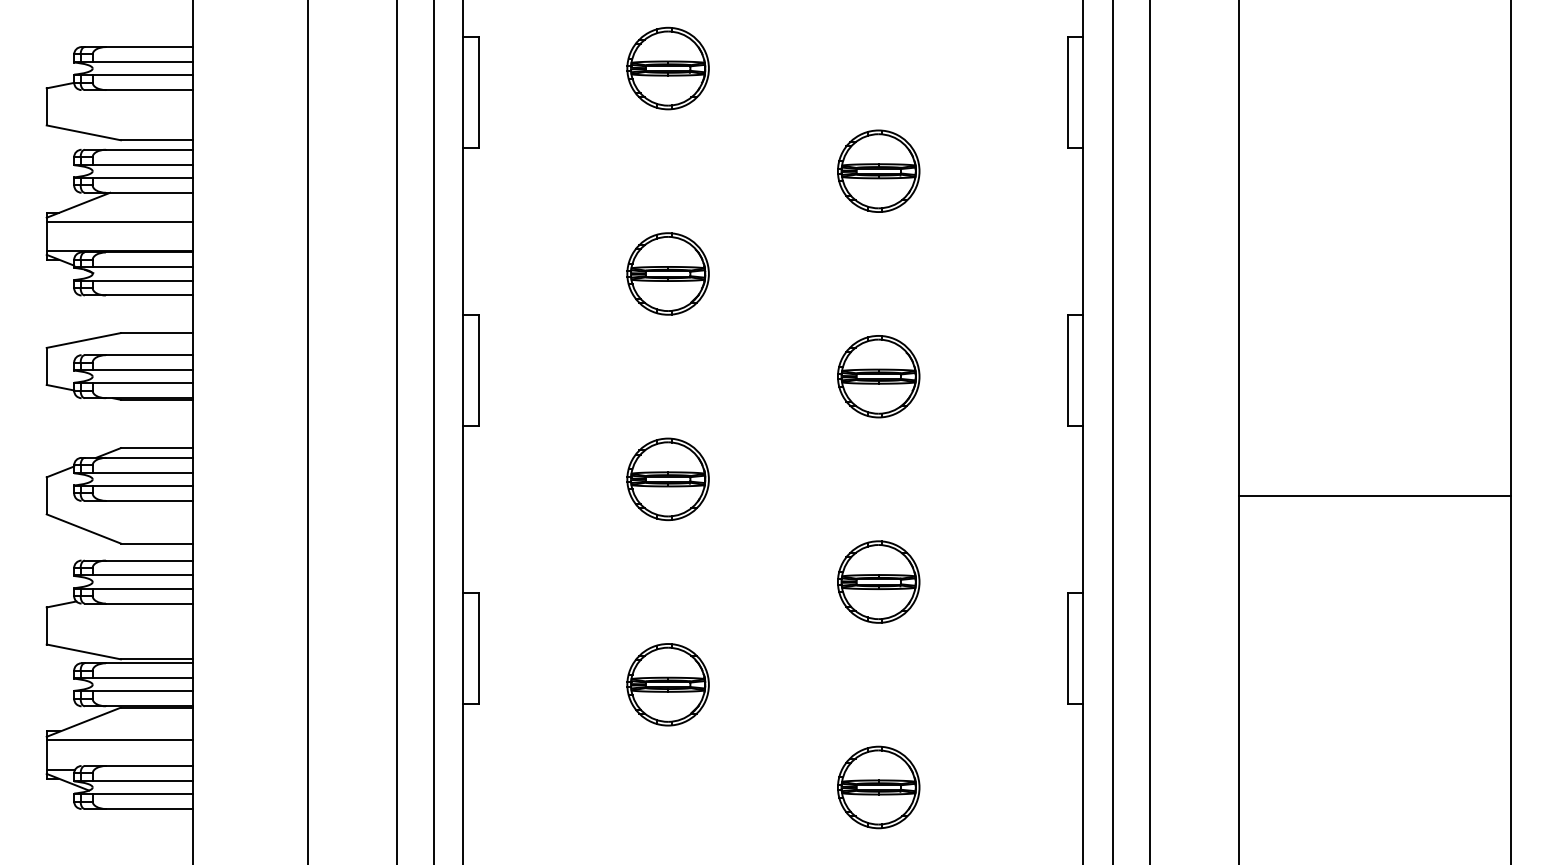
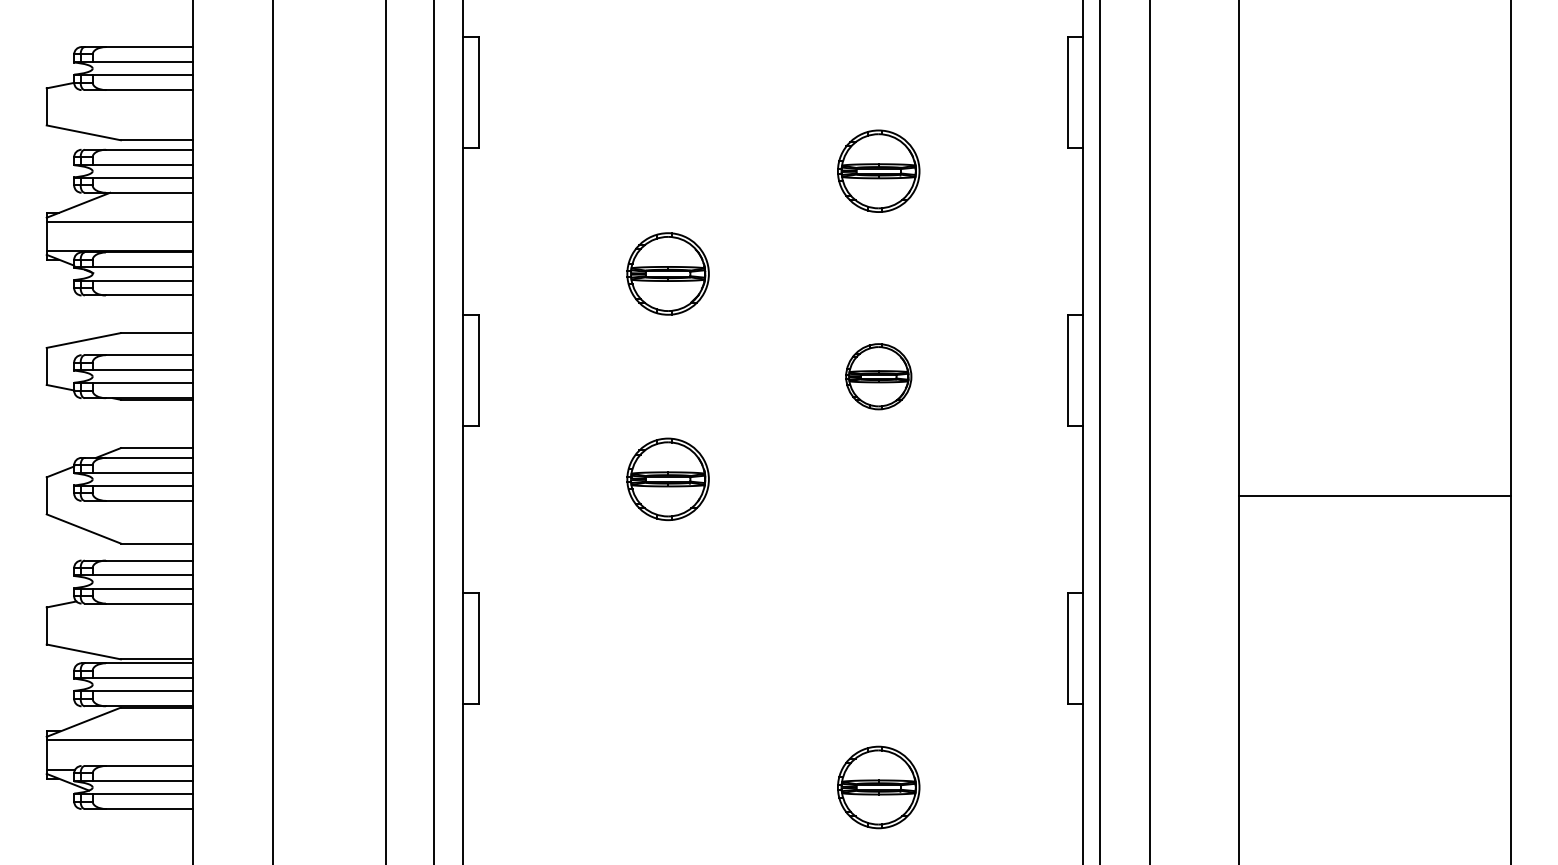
part at (667, 68): present -> none
part at (878, 376) size: 84x84 px -> 68x68 px
line at (308, 431) position: (308, 431) -> (273, 431)
line at (396, 431) position: (396, 431) -> (385, 431)
line at (1113, 431) position: (1113, 431) -> (1100, 431)
part at (878, 581): present -> none
part at (667, 684): present -> none
